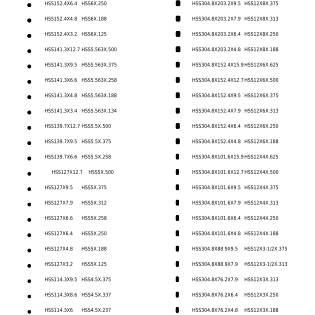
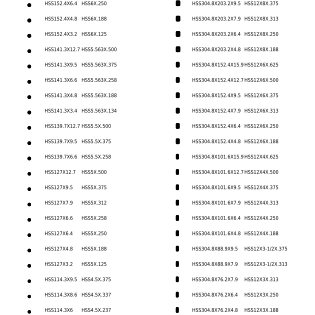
text at (82, 171) position: (82, 171) -> (75, 171)
